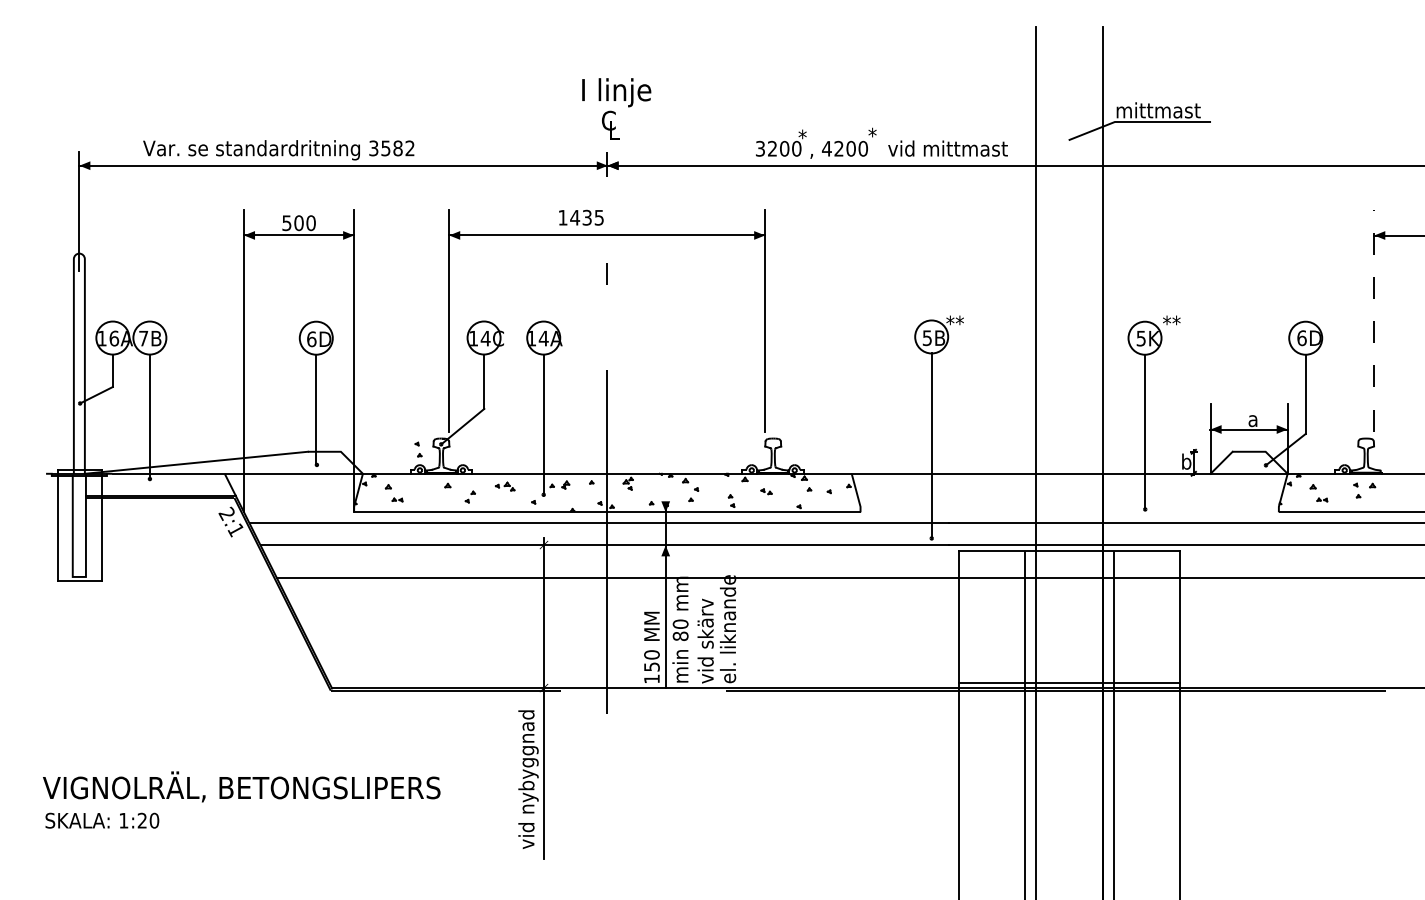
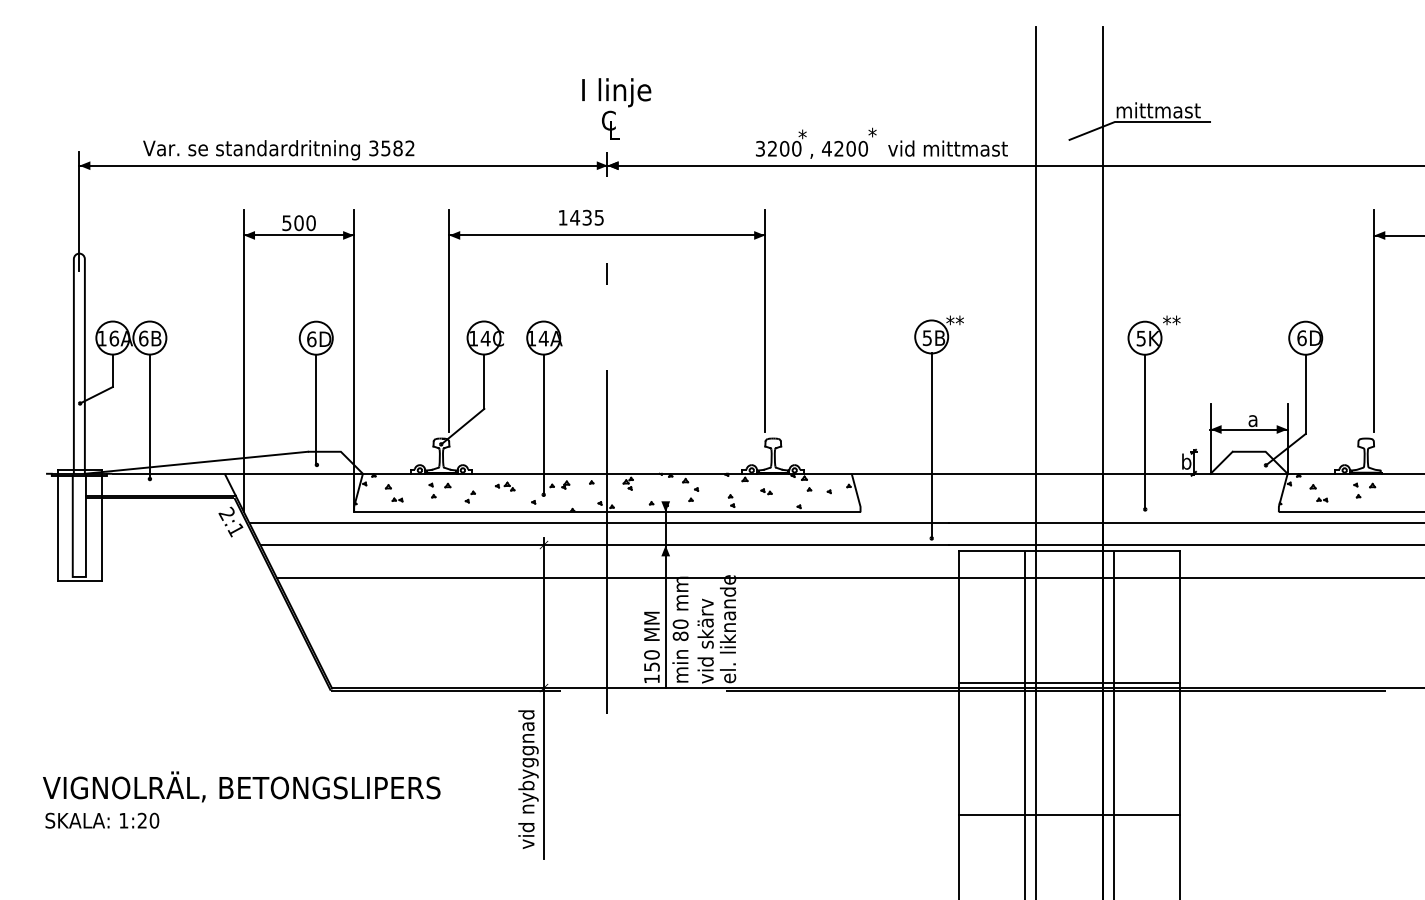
line at (1374, 320): dashed -> solid
text at (143, 338): 7B -> 6B
part at (418, 449) position: (418, 449) -> (432, 490)
line at (1069, 815): none -> present
